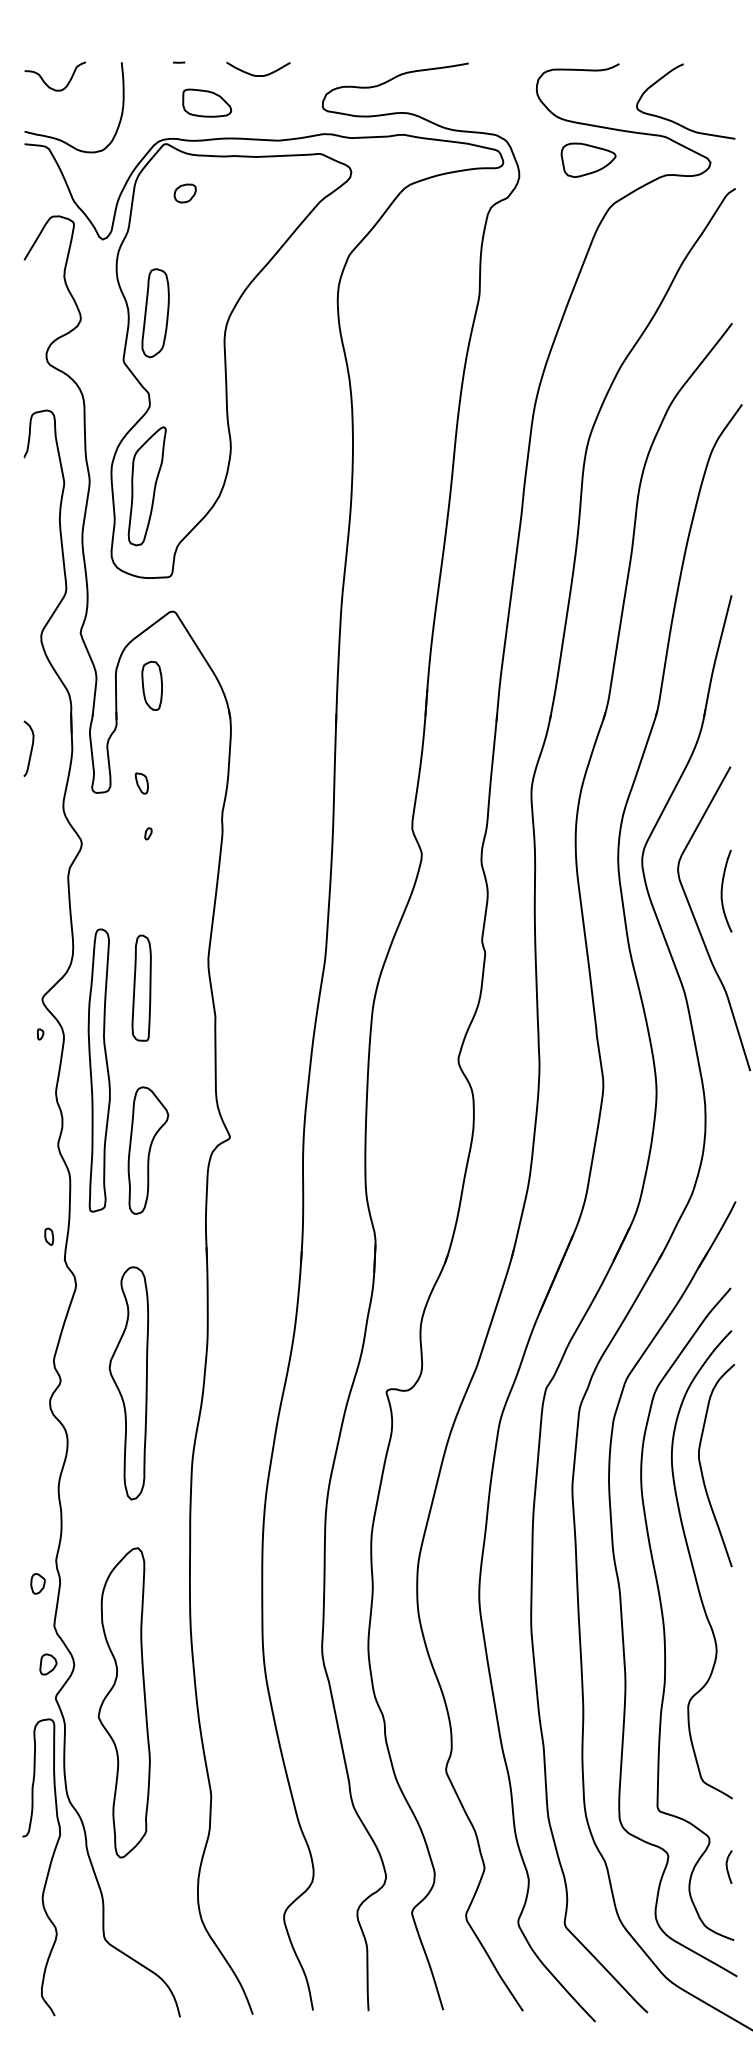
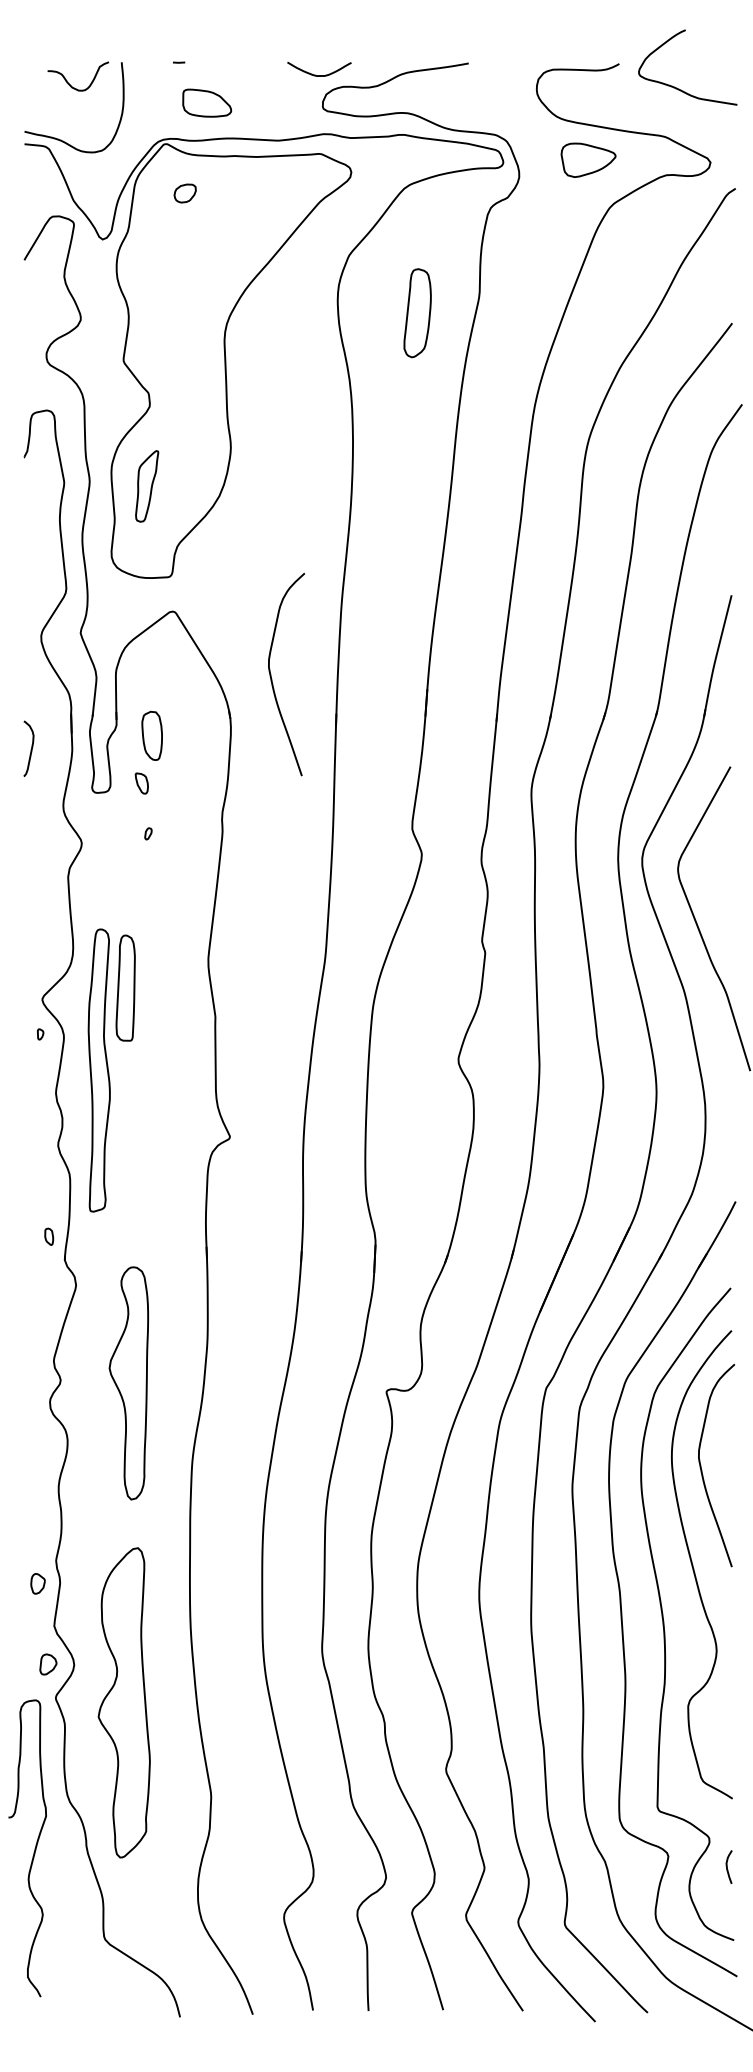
curve at (258, 75) position: (258, 75) -> (319, 75)
curve at (47, 84) position: (47, 84) -> (70, 84)
curve at (677, 122) position: (677, 122) -> (679, 88)
part at (155, 313) position: (155, 313) -> (417, 313)
part at (146, 486) size: 40x121 px -> 25x73 px
curve at (272, 679): none -> present
part at (151, 685) position: (151, 685) -> (151, 735)
curve at (722, 890): present -> none
part at (141, 987) position: (141, 987) -> (125, 987)
part at (148, 1150): present -> none
curve at (48, 1867) position: (48, 1867) -> (34, 1848)
